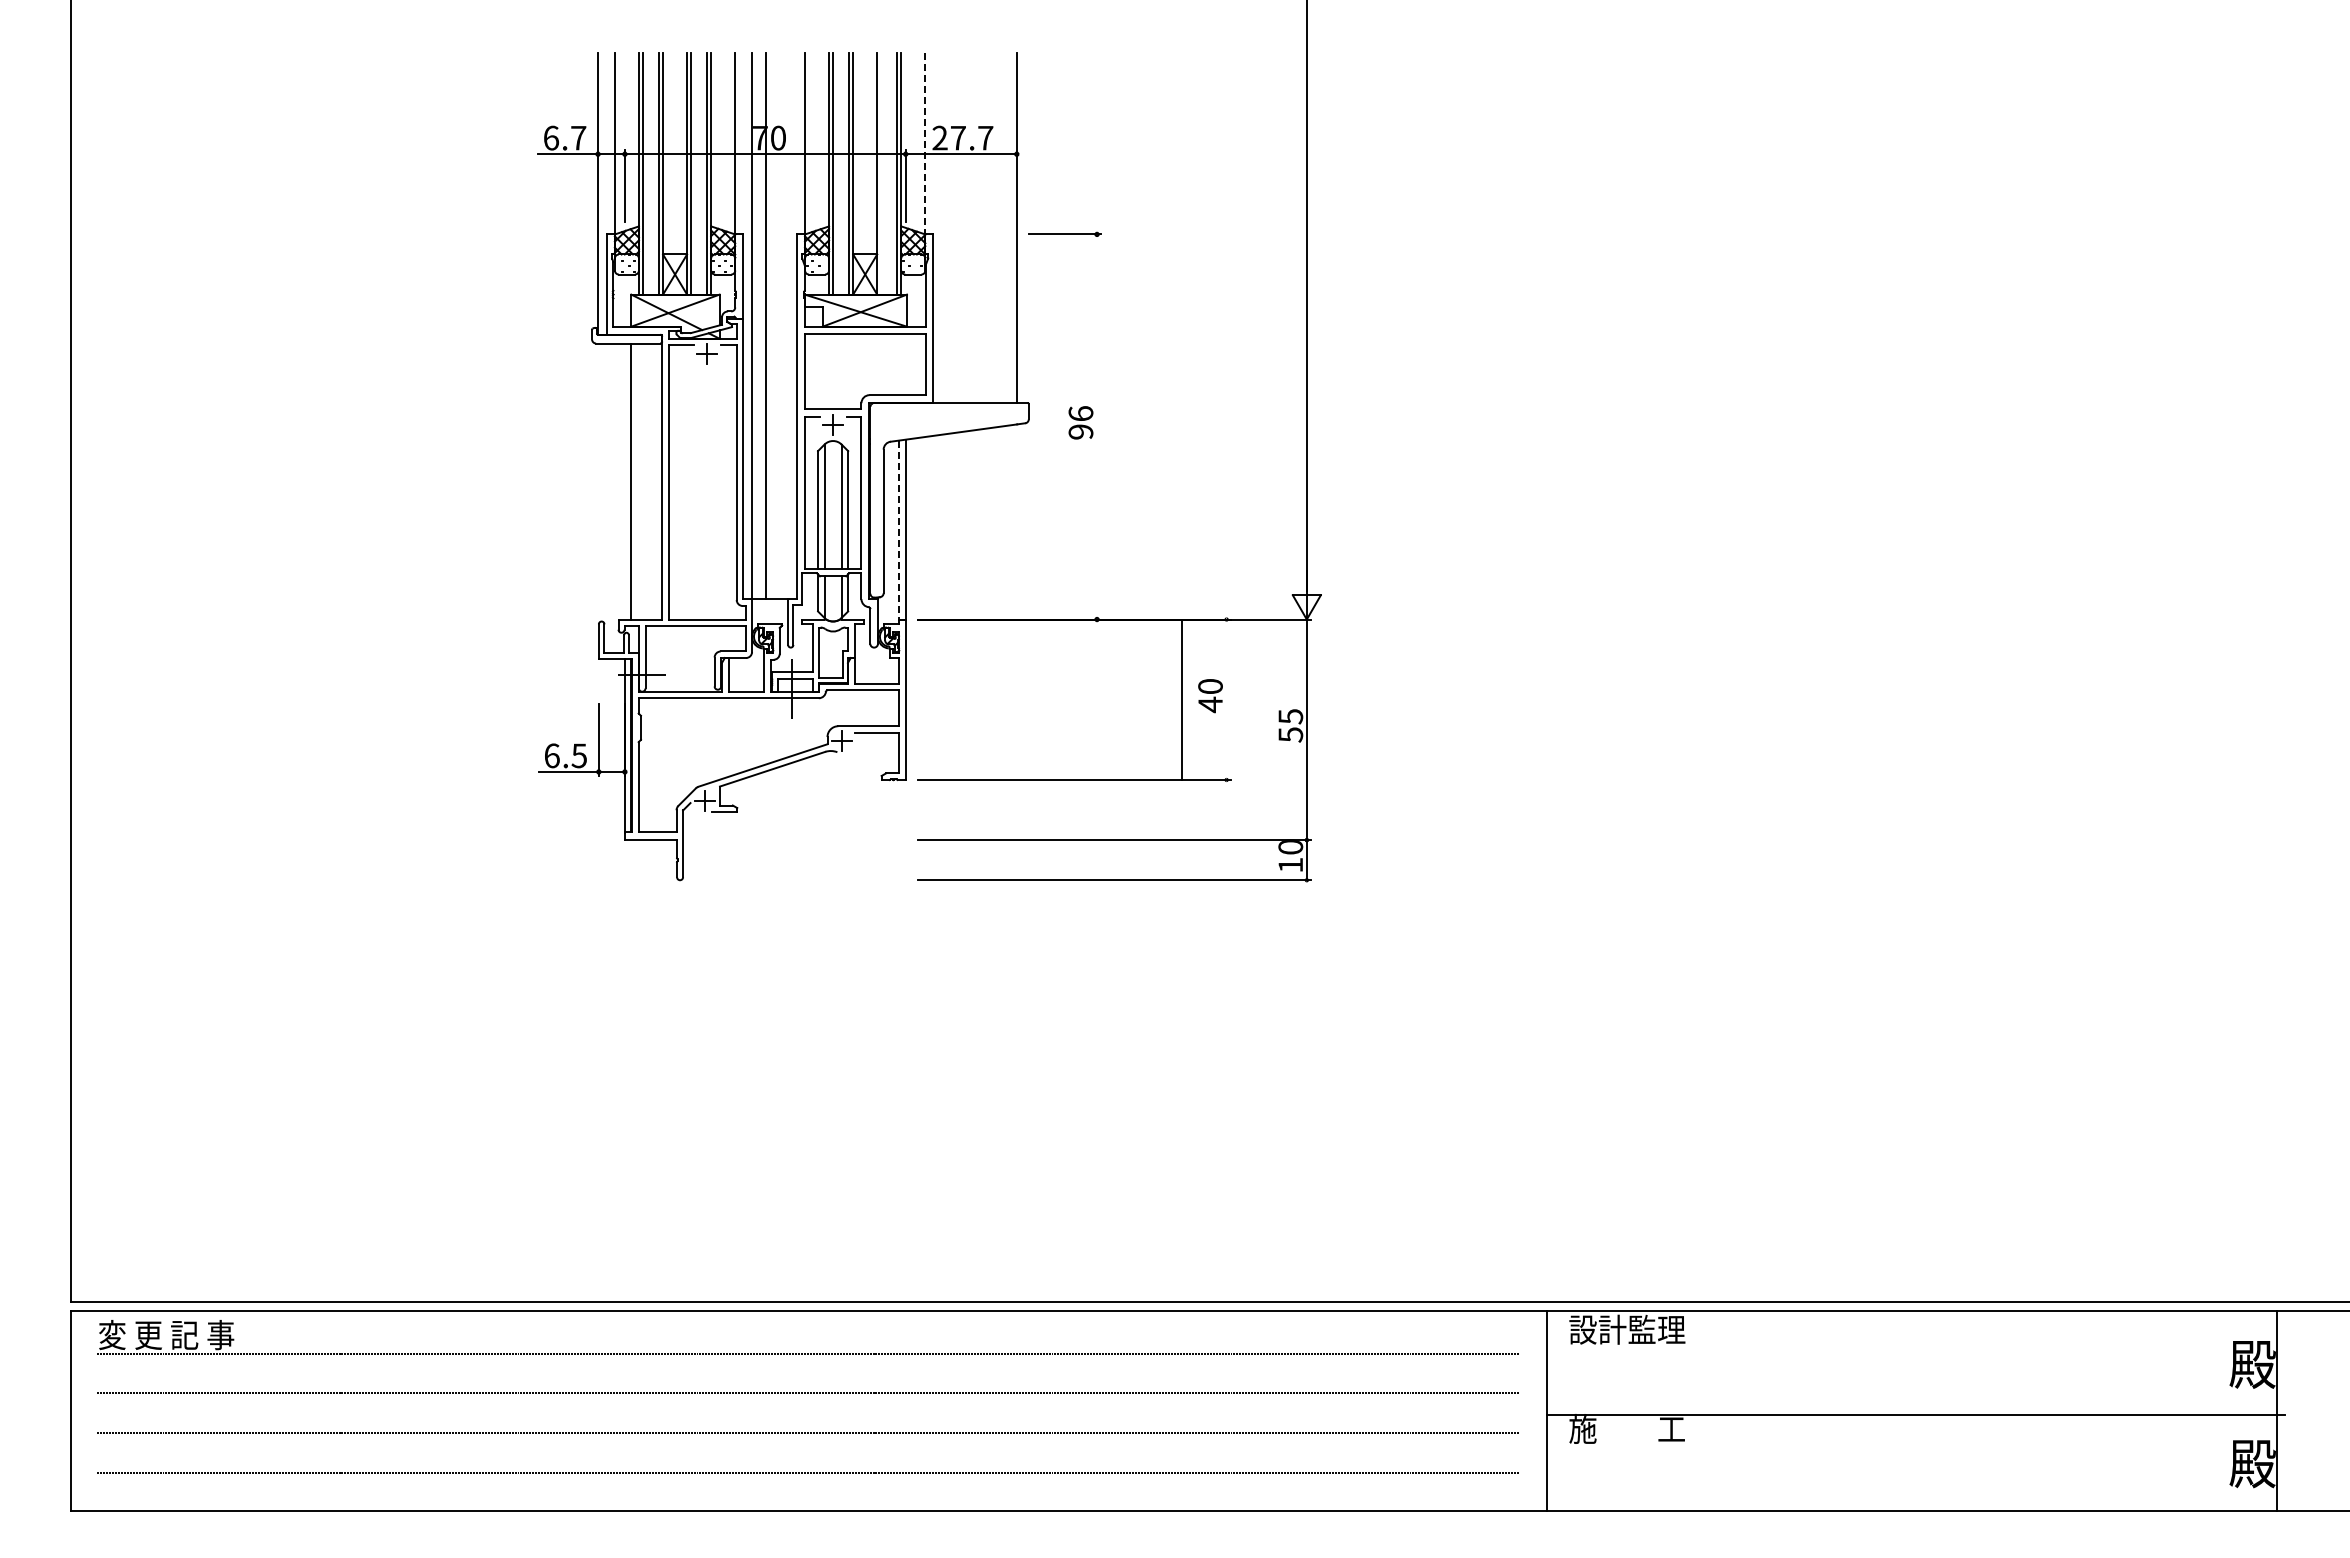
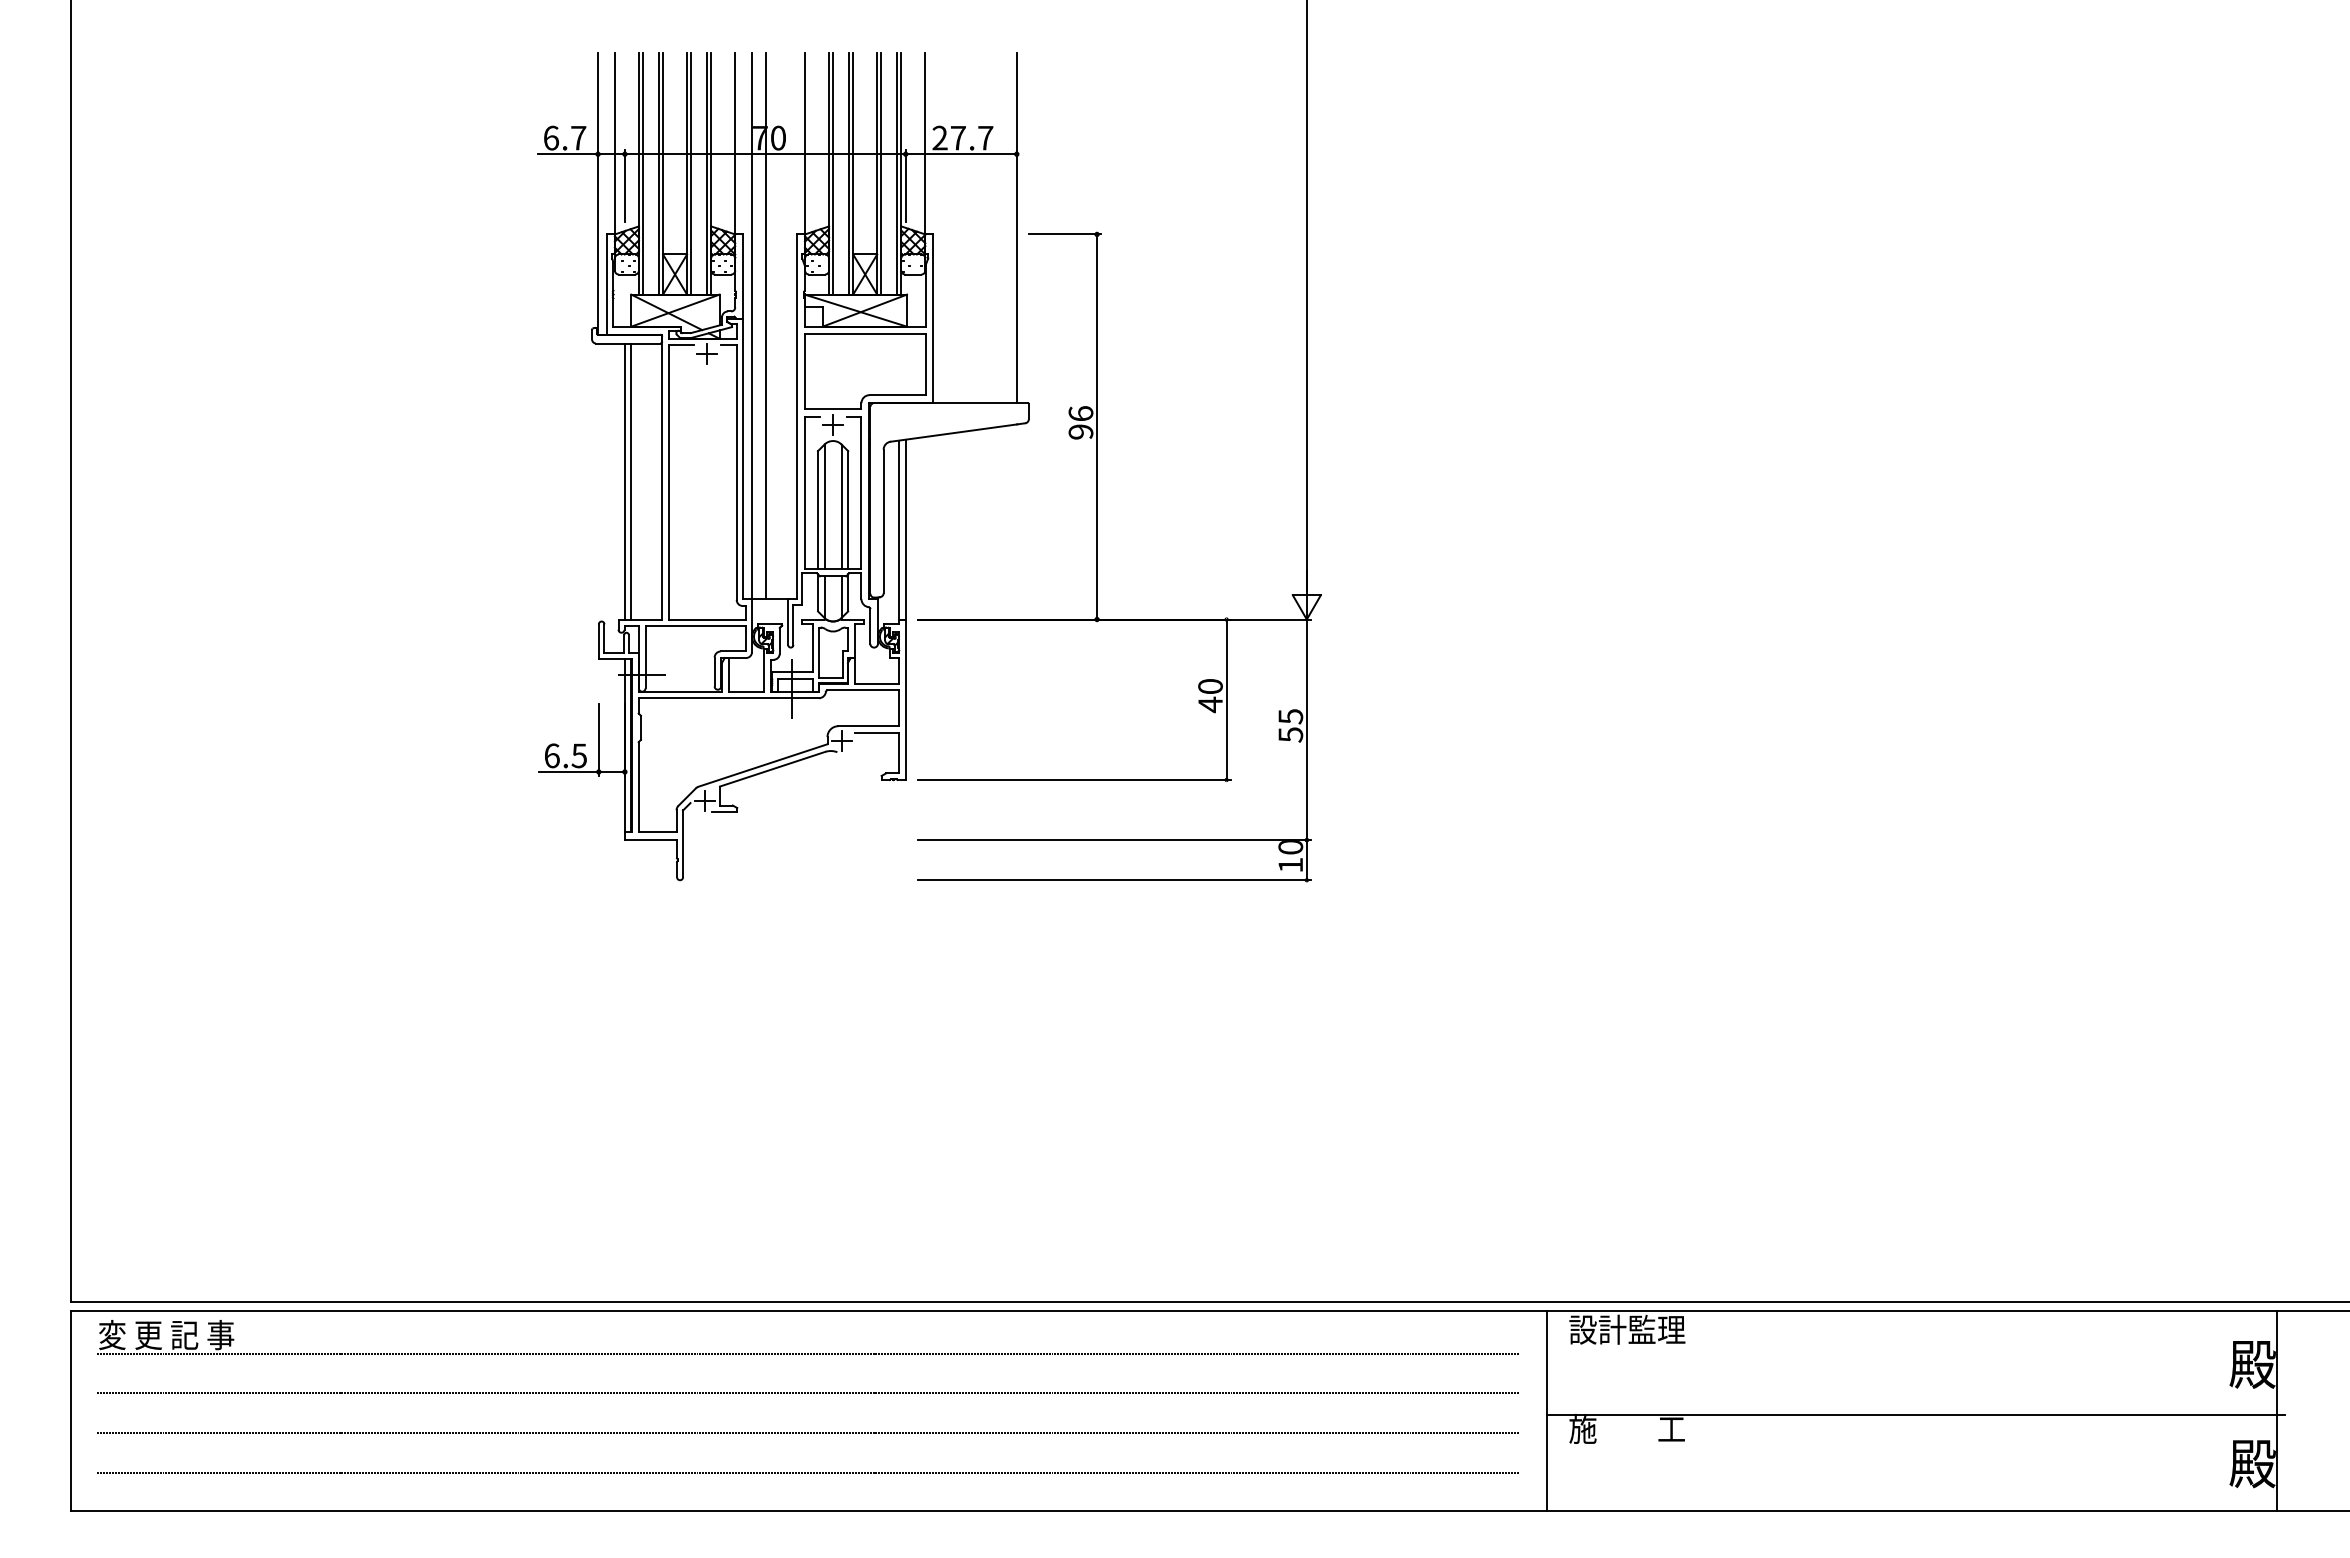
line at (925, 144): dashed -> solid
line at (881, 173): none -> present
line at (1097, 426): none -> present
line at (624, 481): none -> present
line at (899, 530): dashed -> solid
line at (1181, 699) position: (1181, 699) -> (1226, 699)
